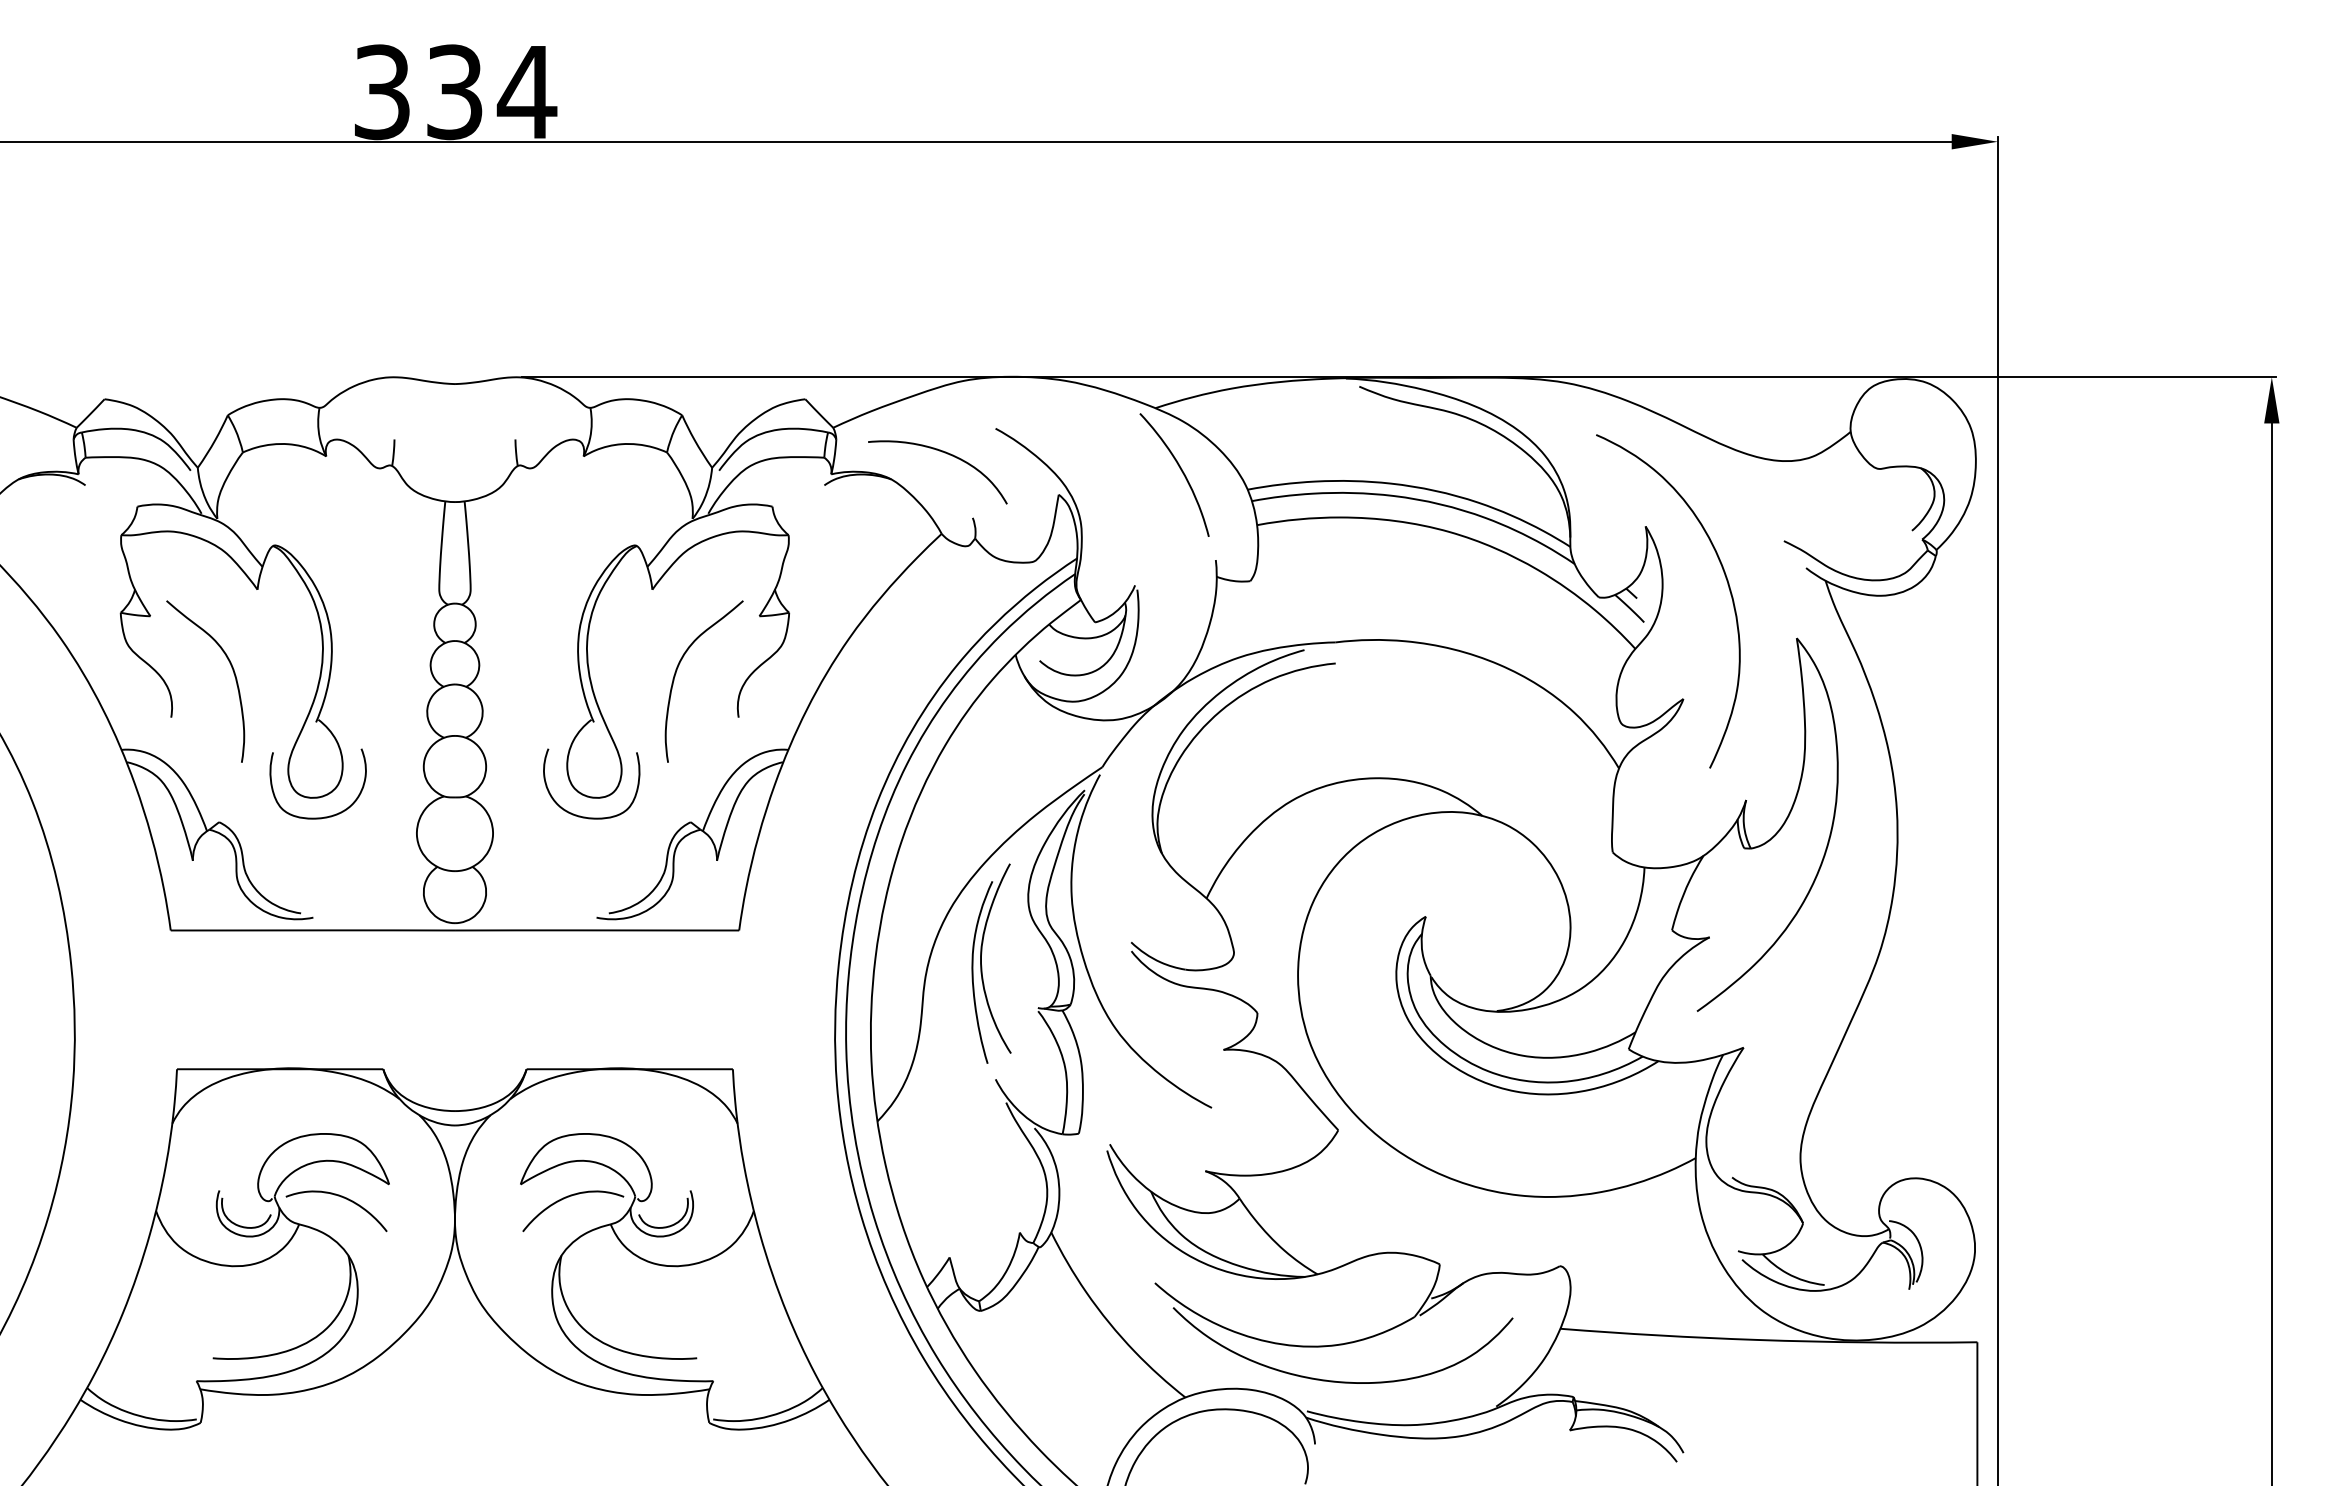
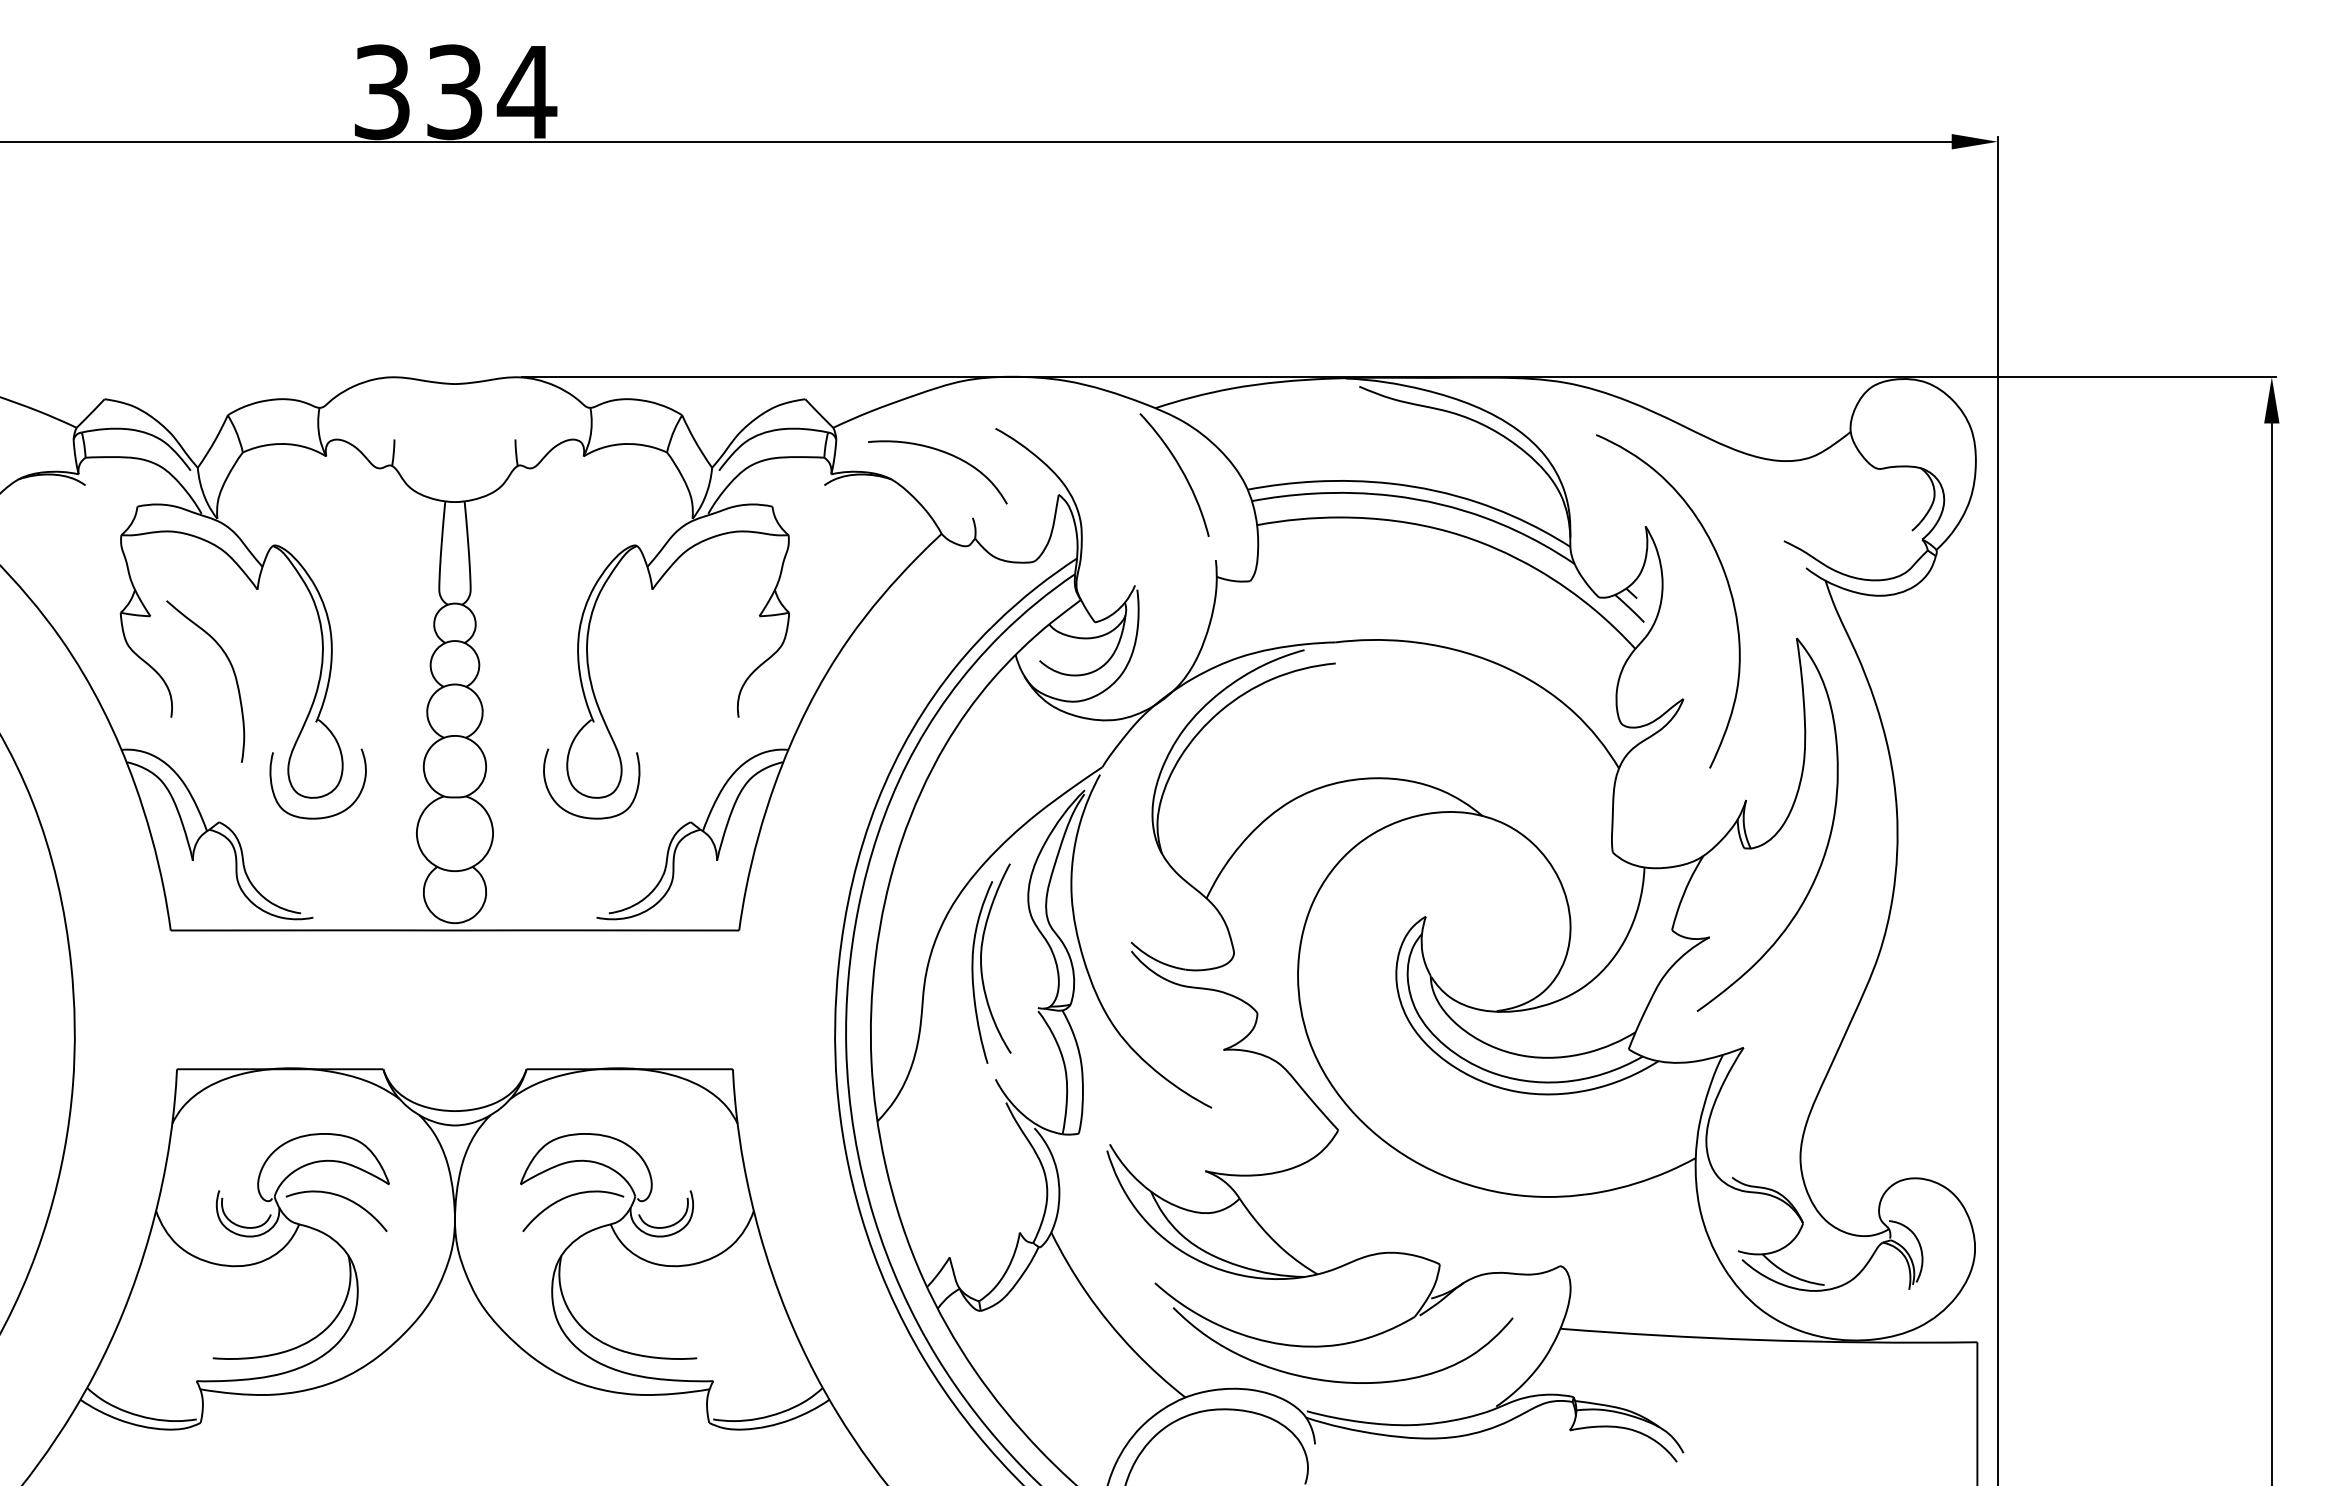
curve at (676, 673): present -> none
